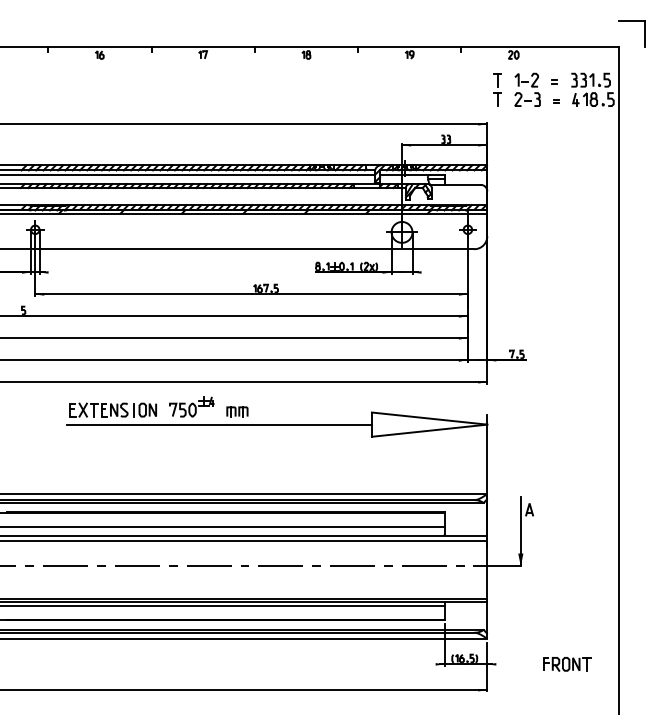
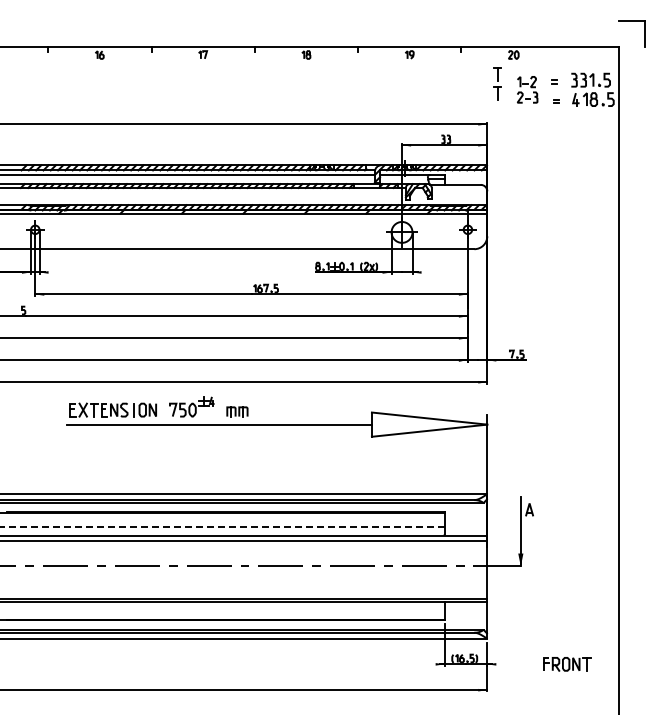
part at (497, 89) position: (497, 89) -> (497, 83)
part at (527, 89) size: 27x35 px -> 22x28 px
line at (222, 526): solid -> dashed
line at (223, 606): present -> none
